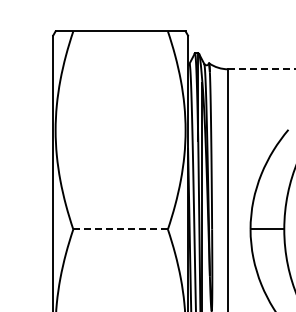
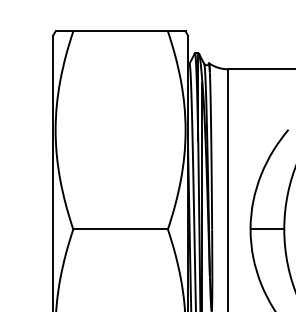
line at (262, 69): dashed -> solid
line at (121, 229): dashed -> solid
